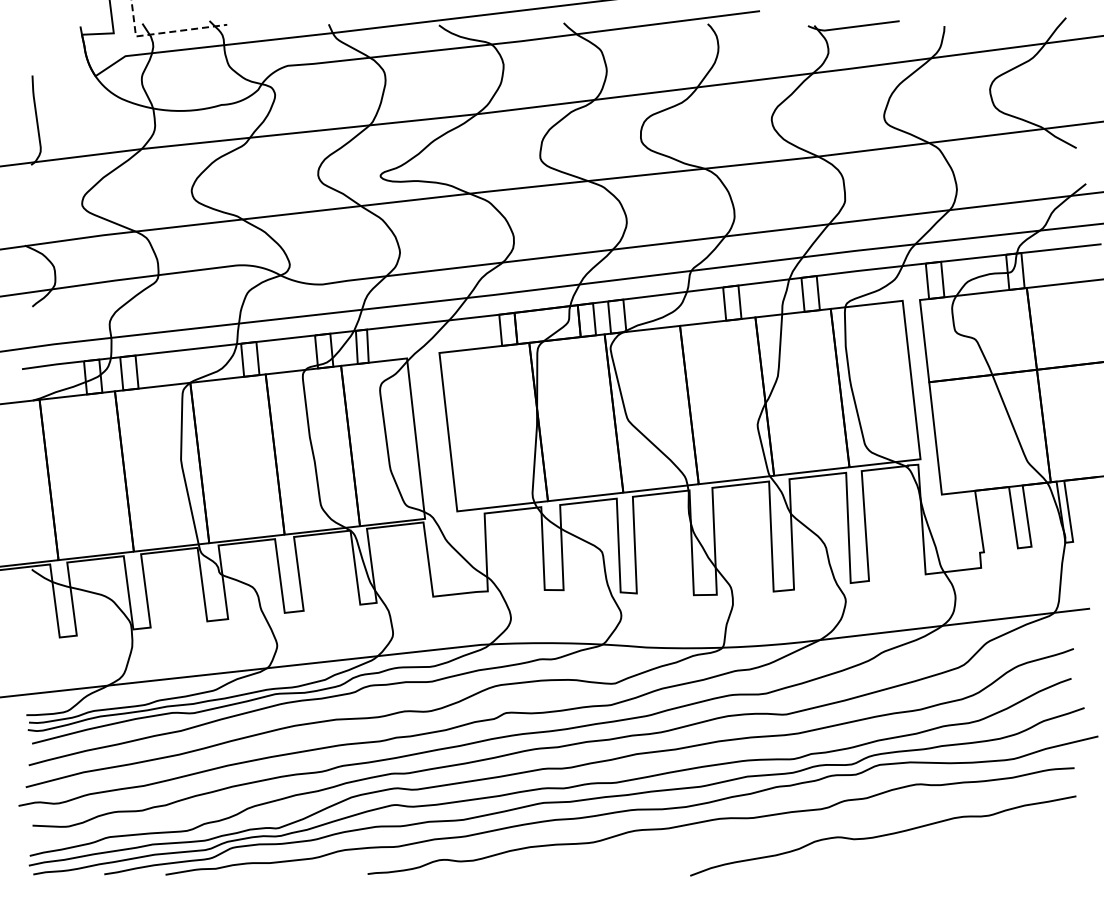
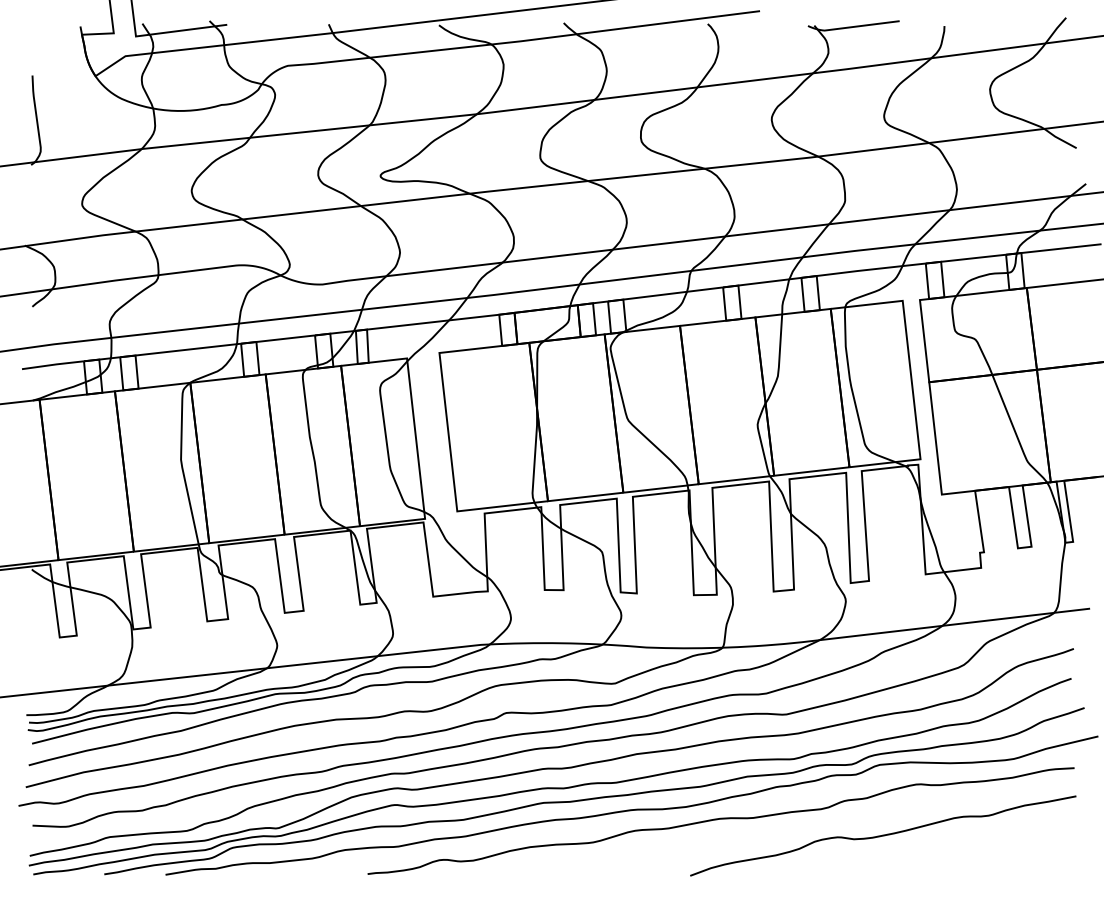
line at (163, 32): dashed -> solid
